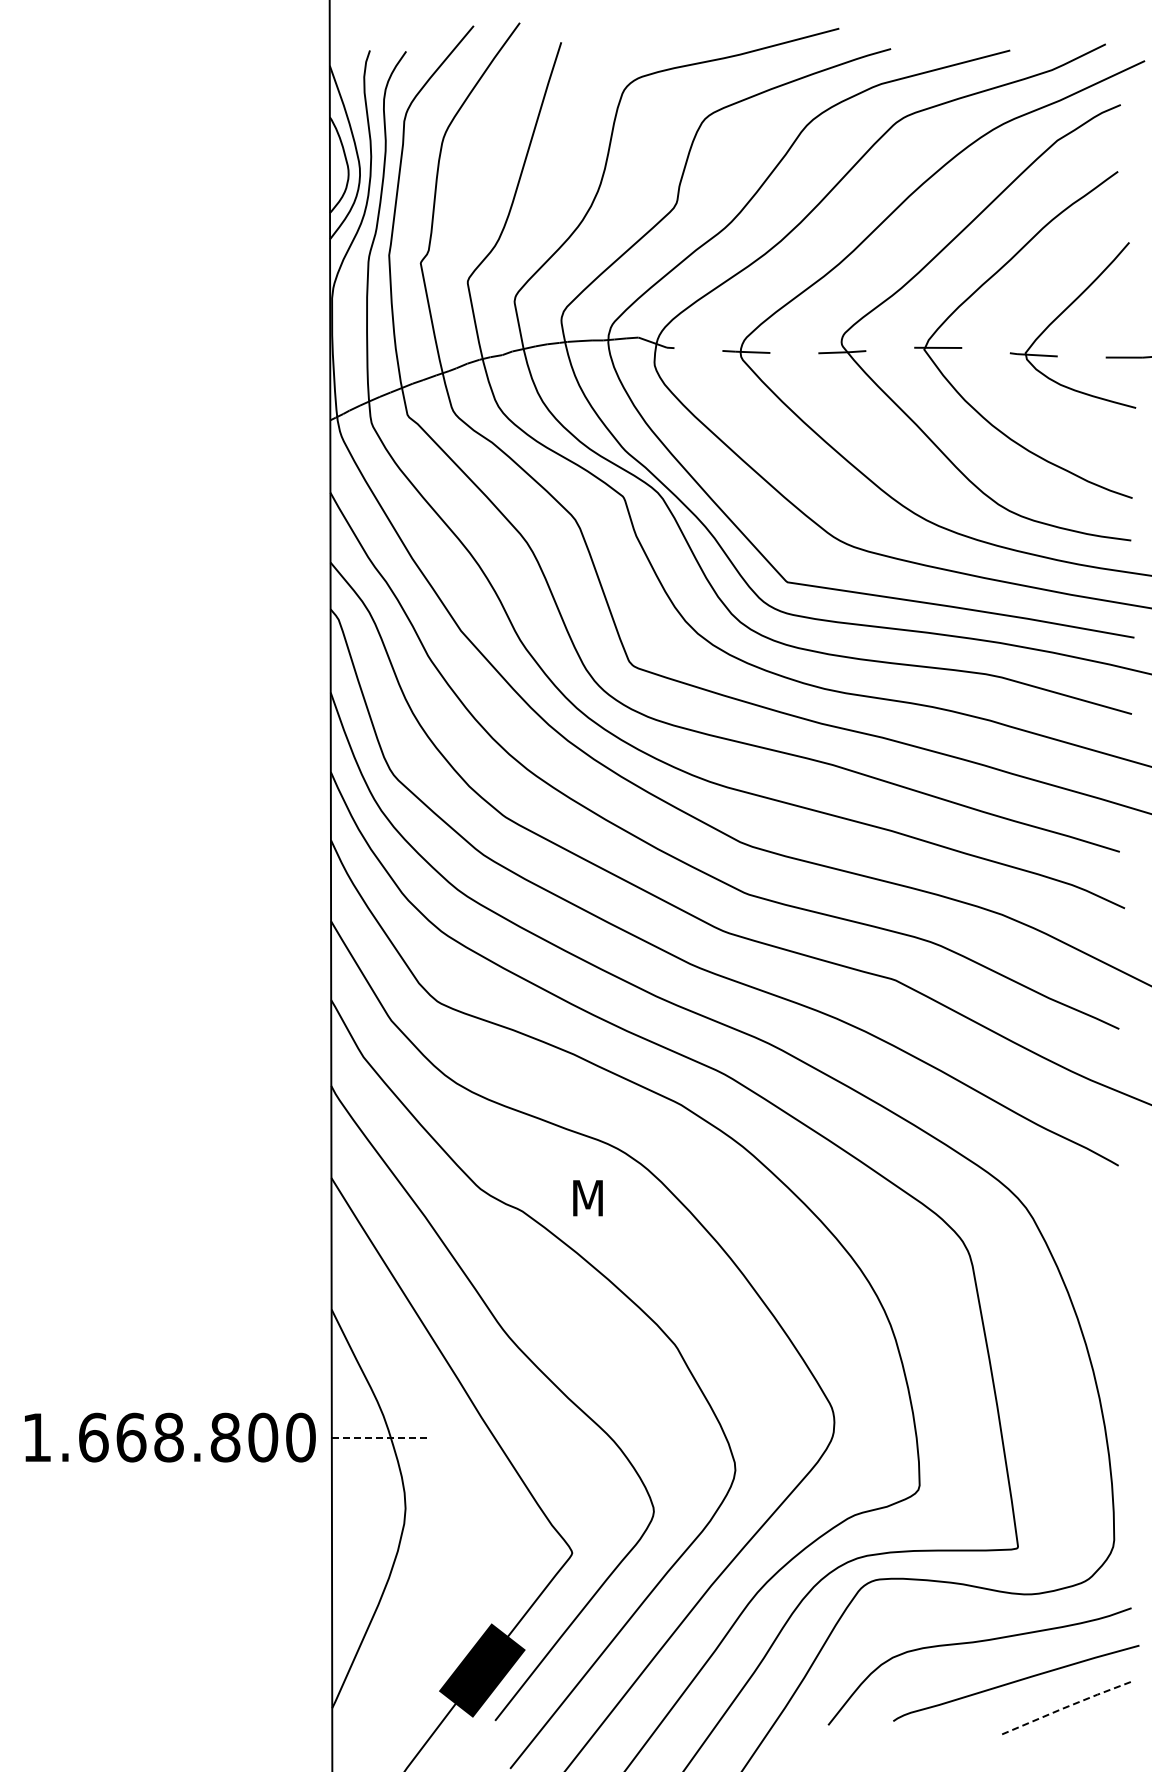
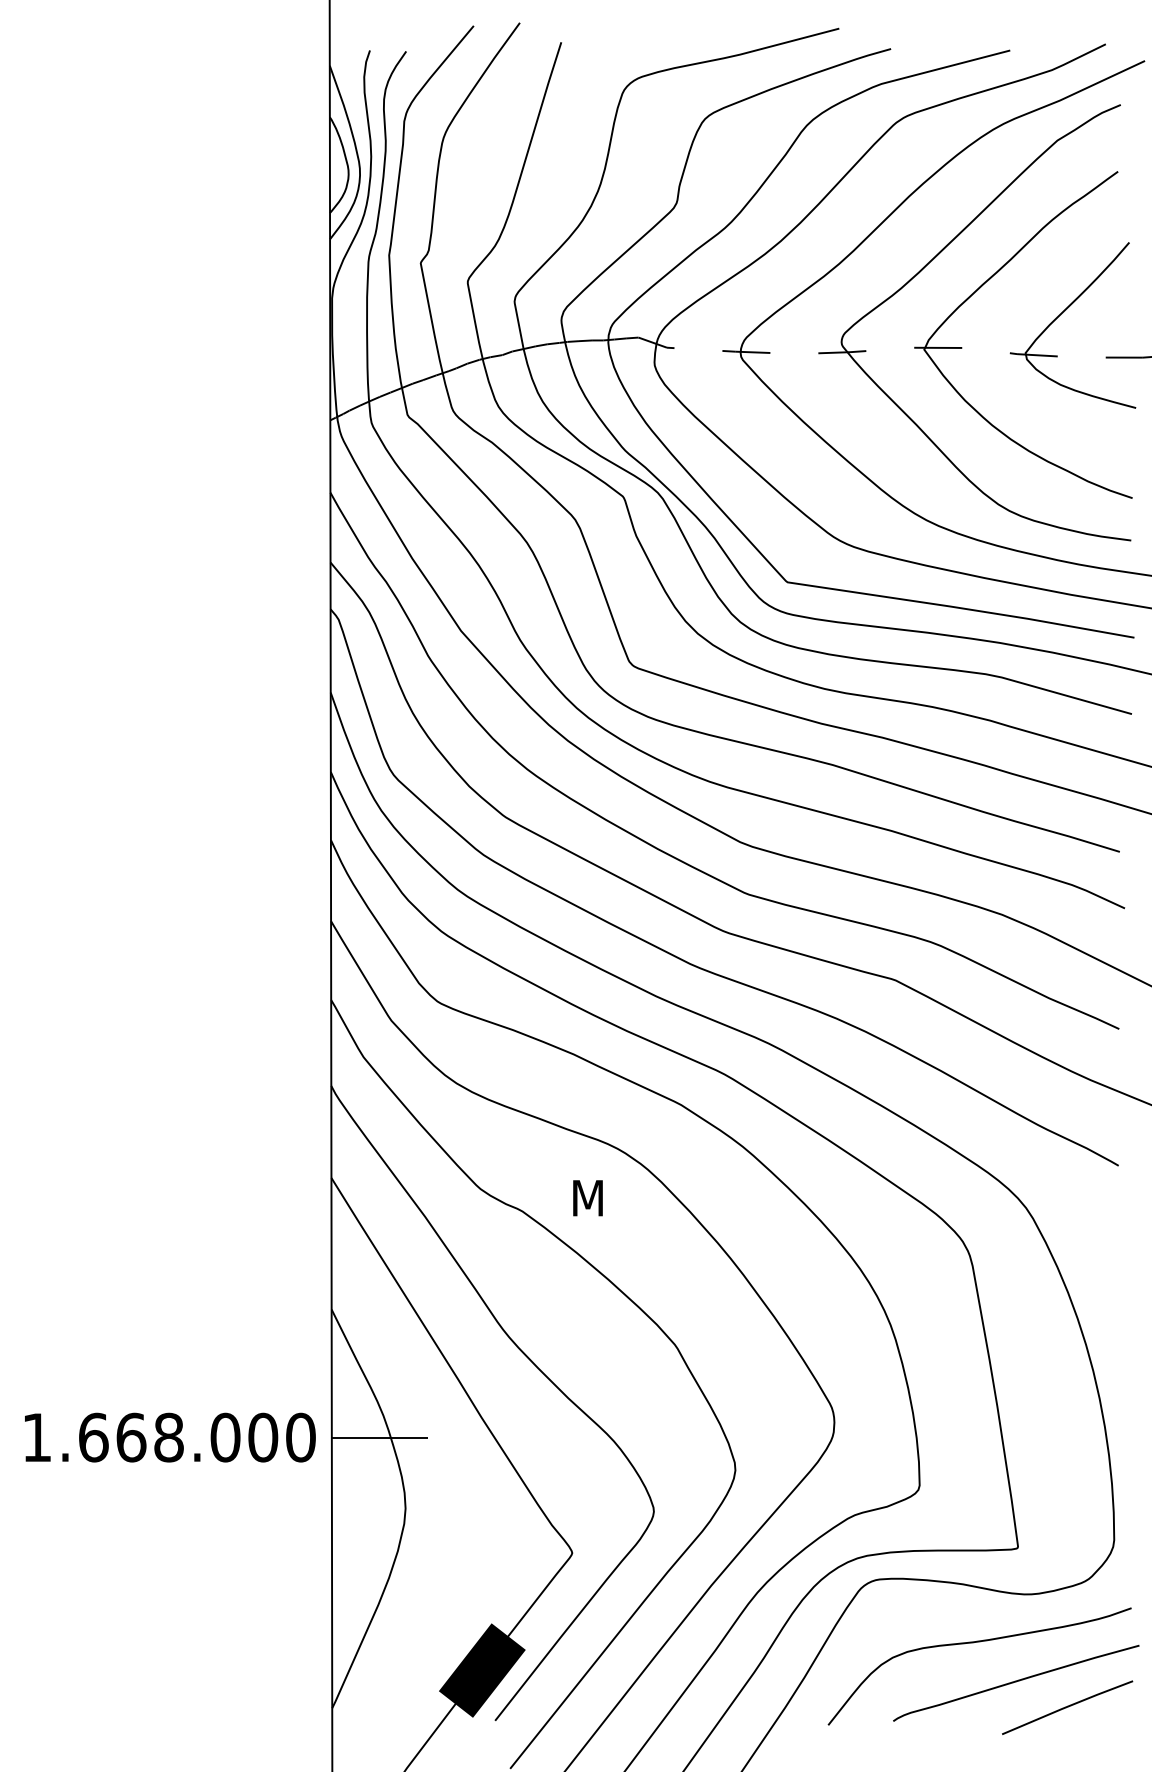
text at (225, 1437): 1.668.800 -> 1.668.000
line at (380, 1437): dashed -> solid
line at (1067, 1706): dashed -> solid
